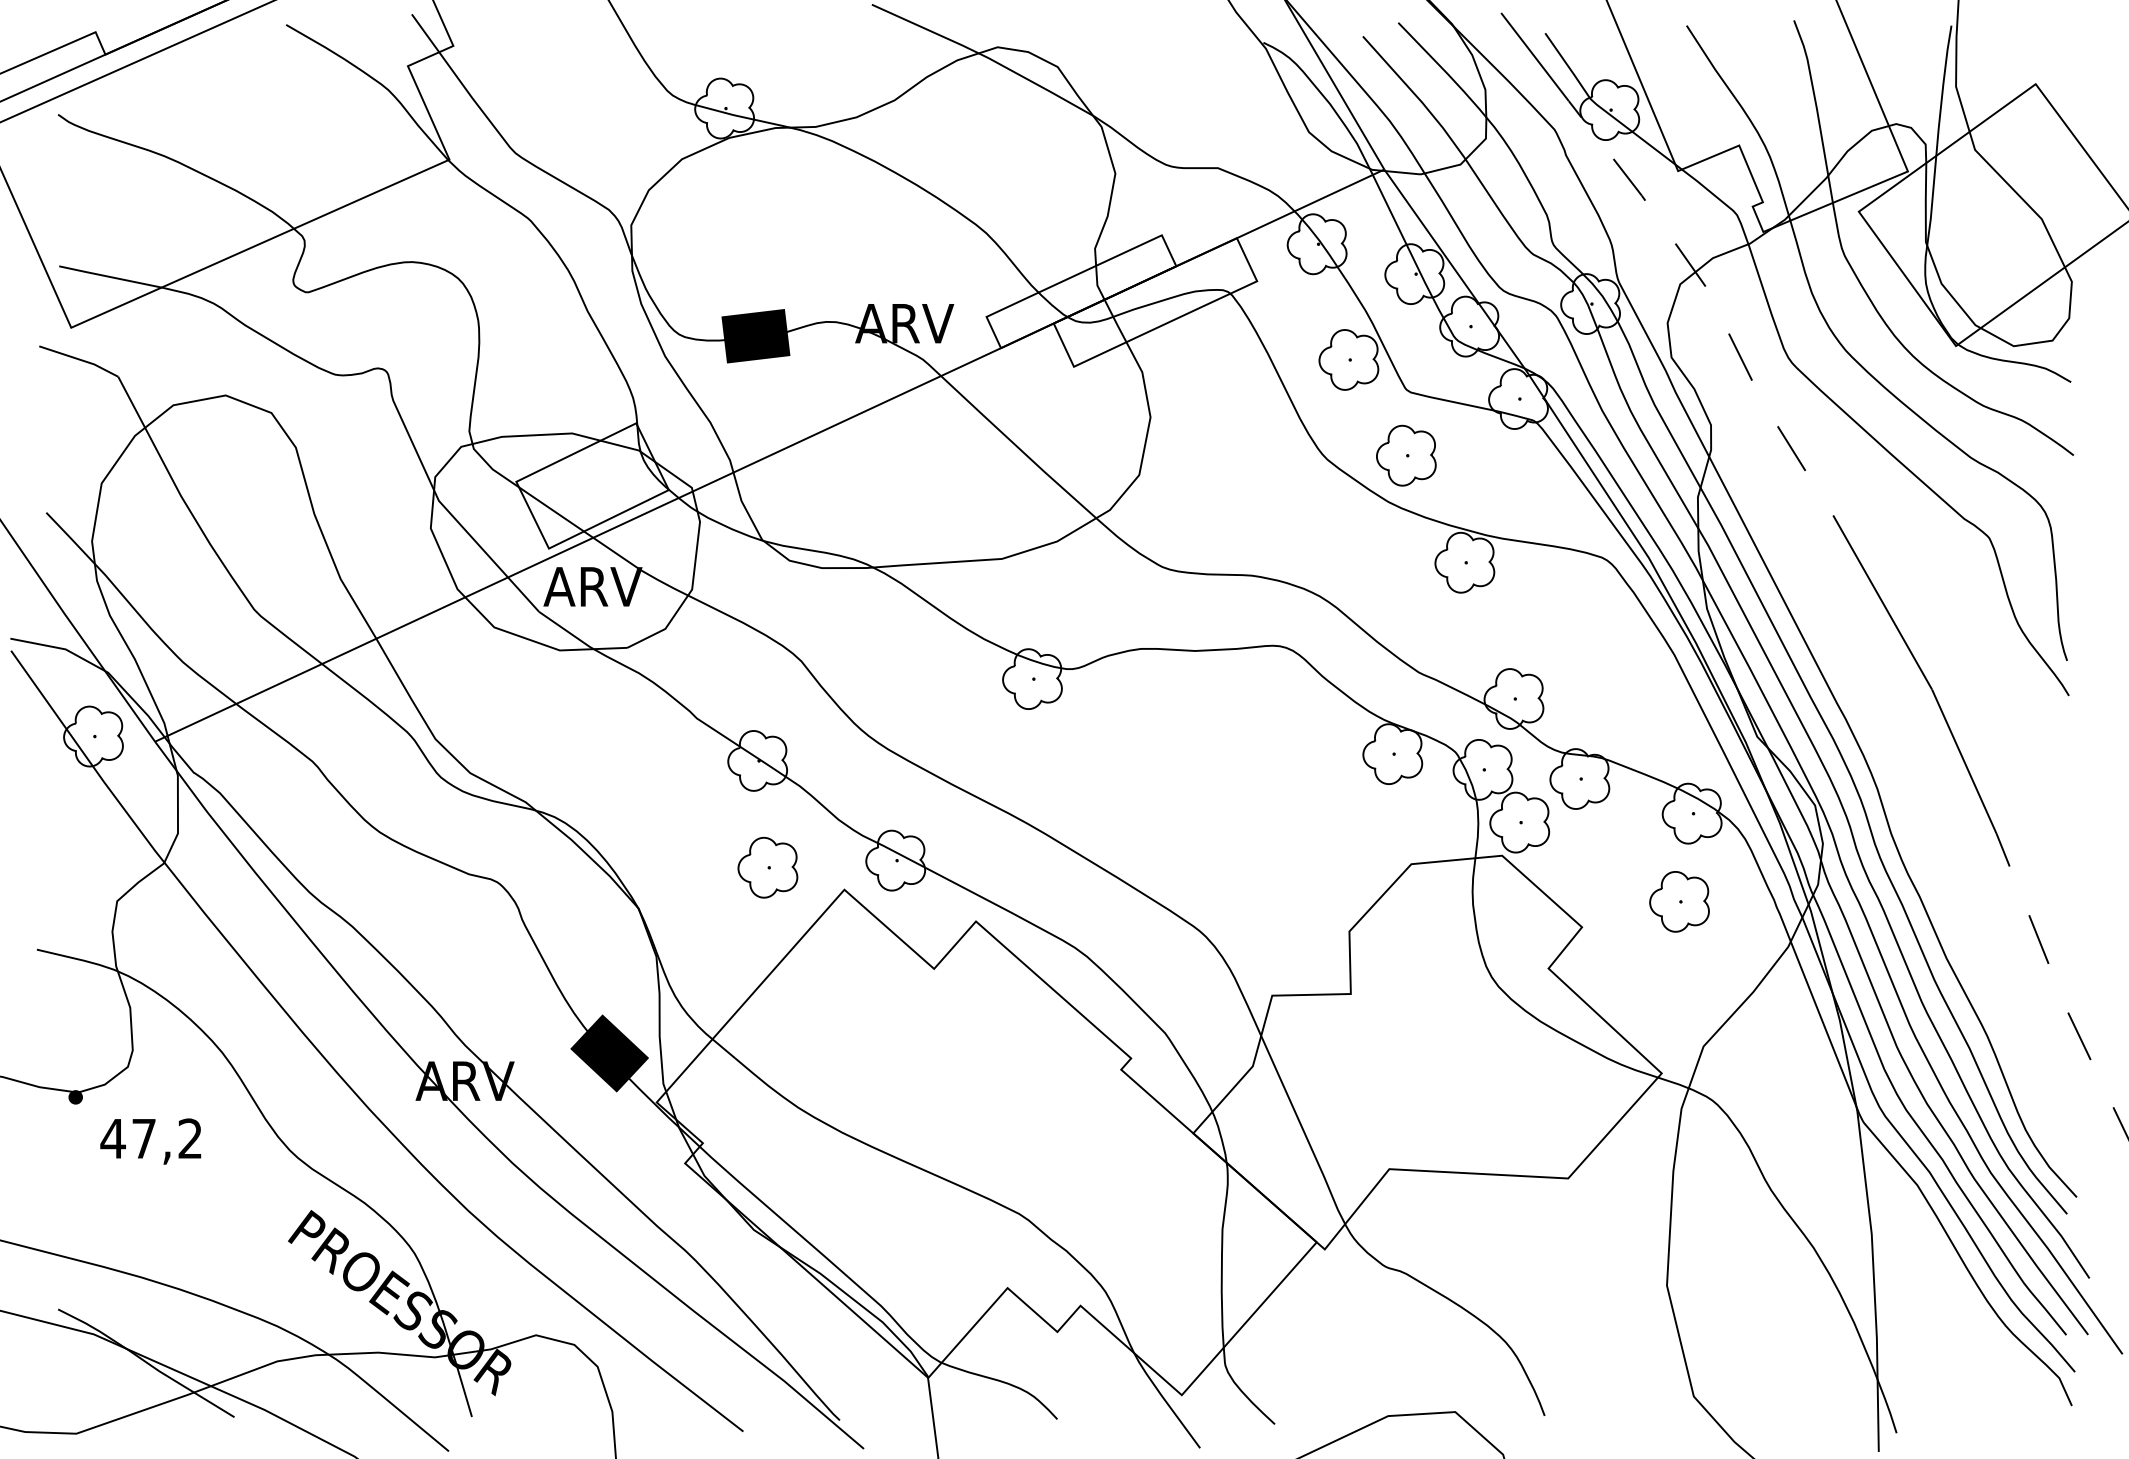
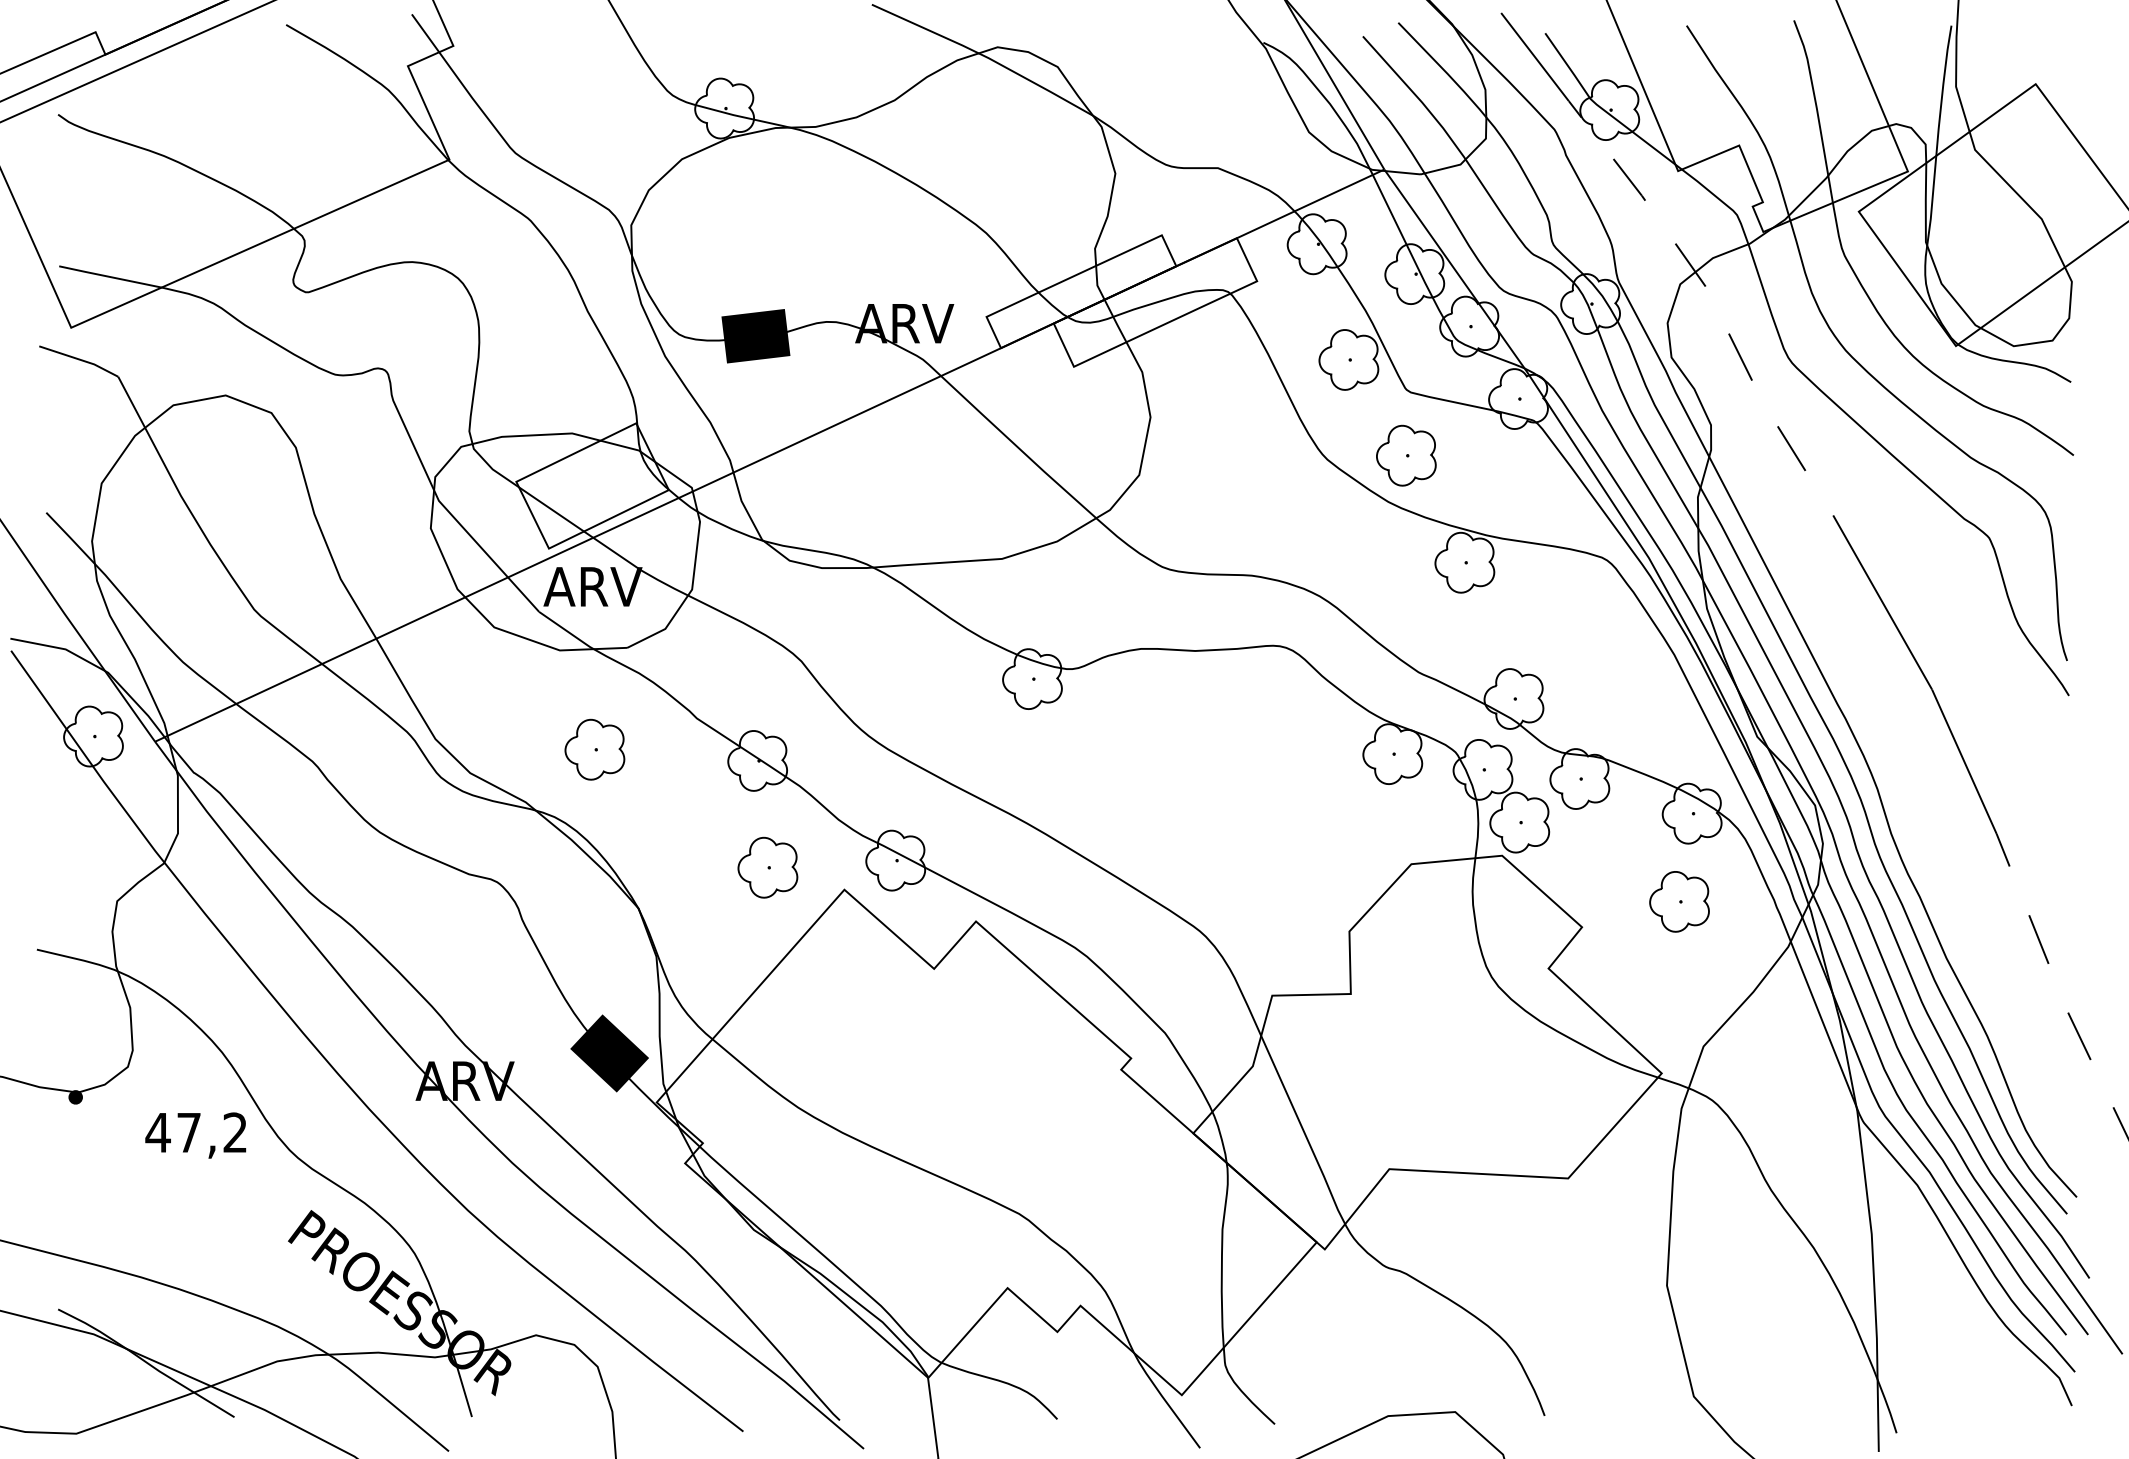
part at (594, 749): none -> present
text at (150, 1141) position: (150, 1141) -> (195, 1135)
